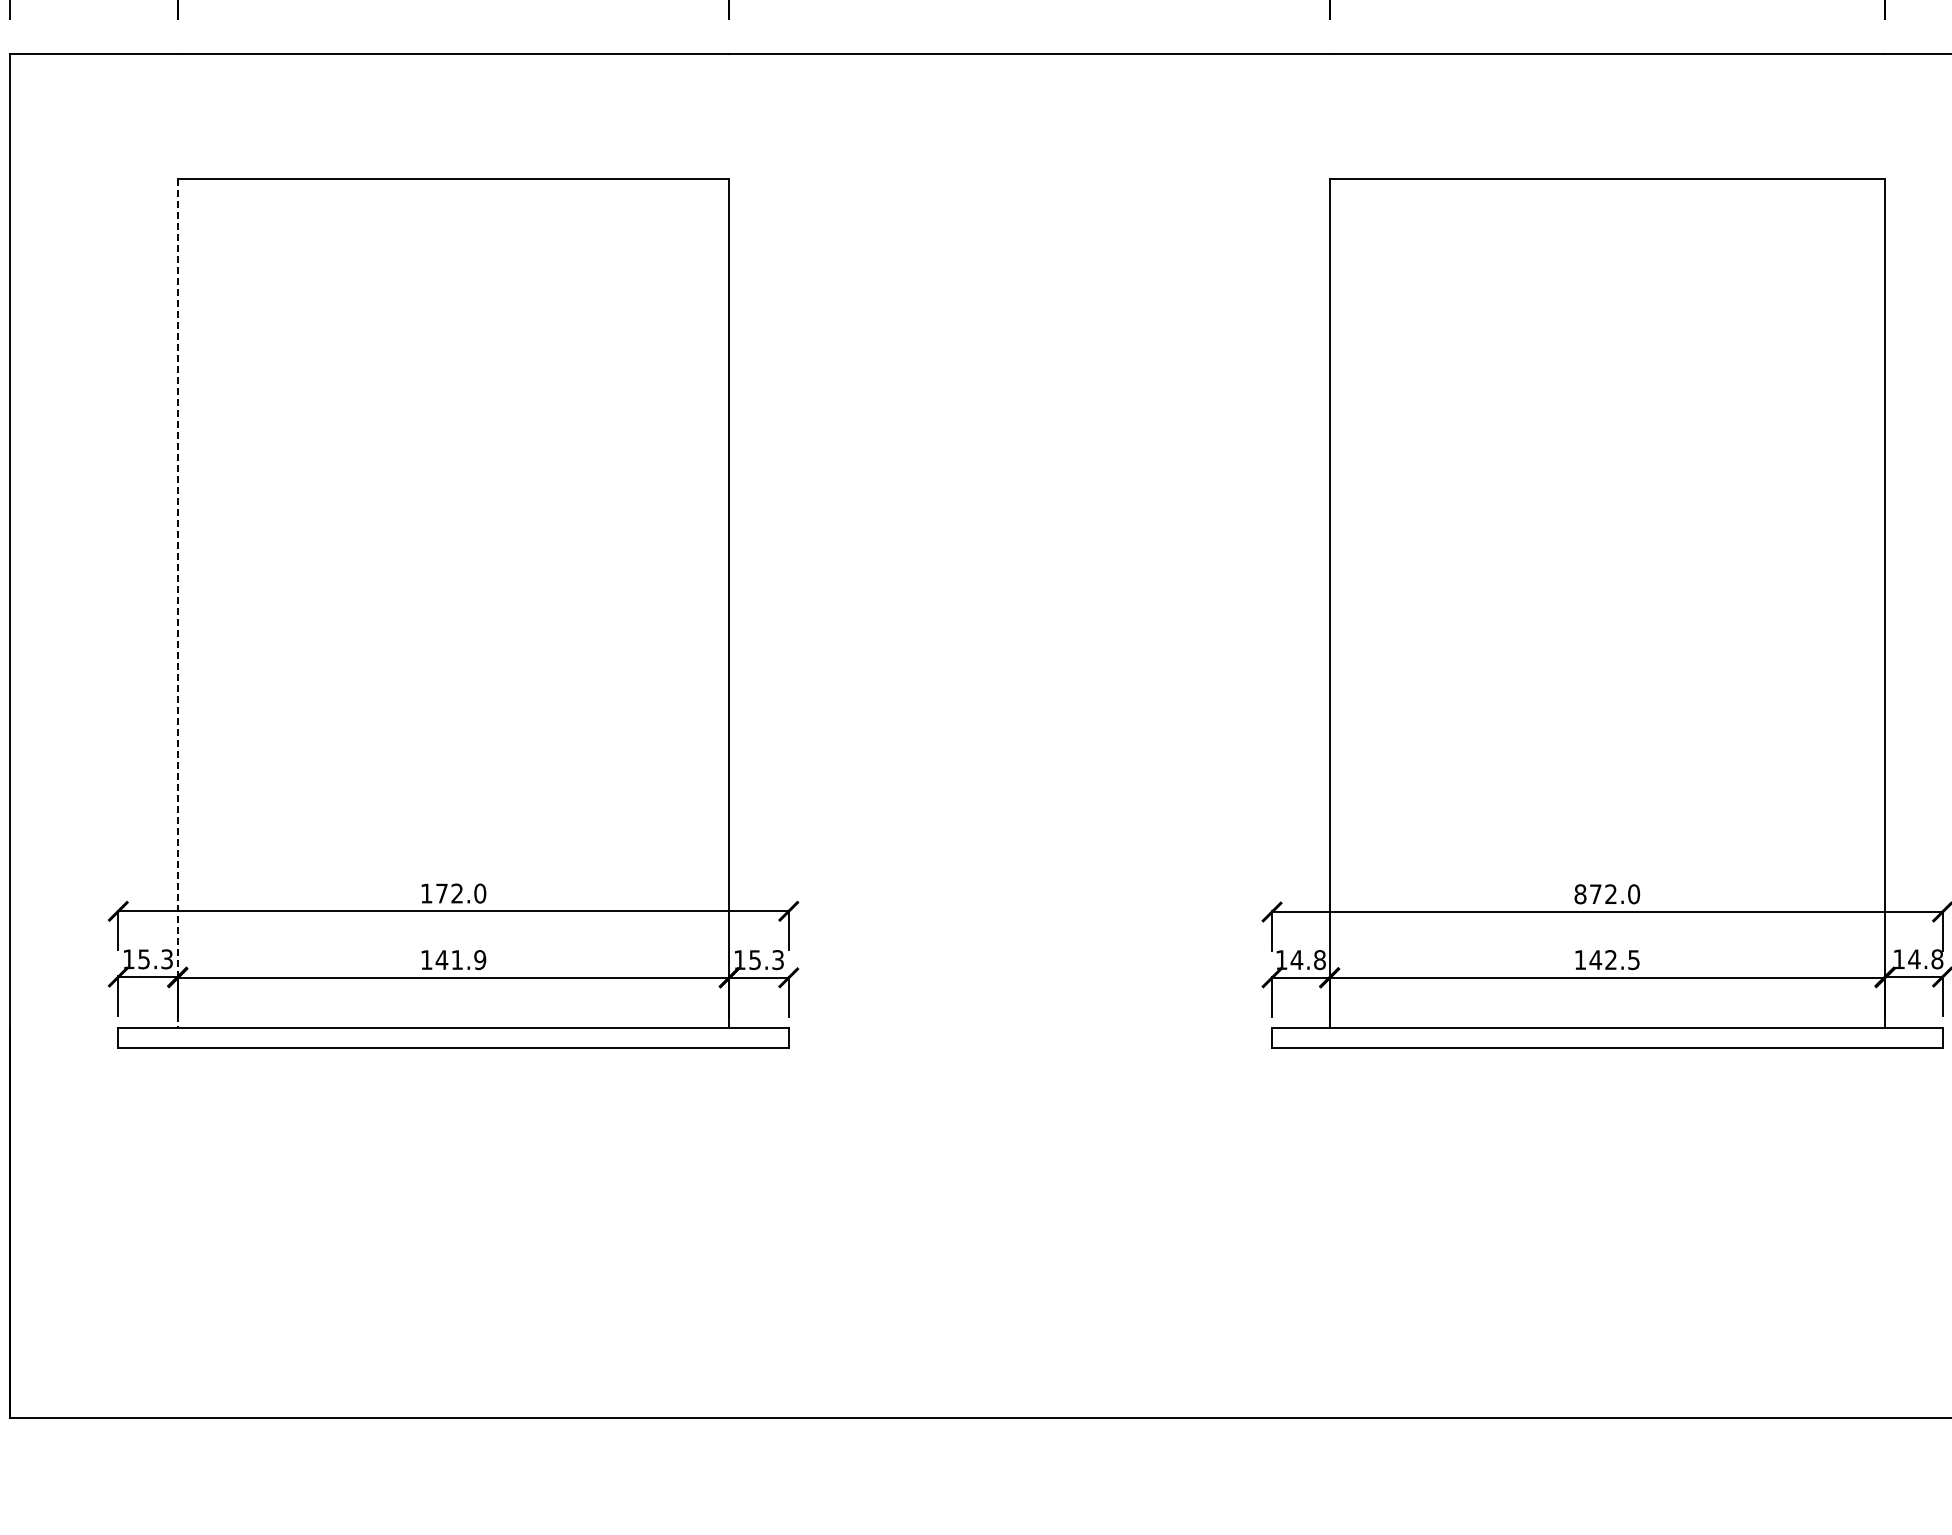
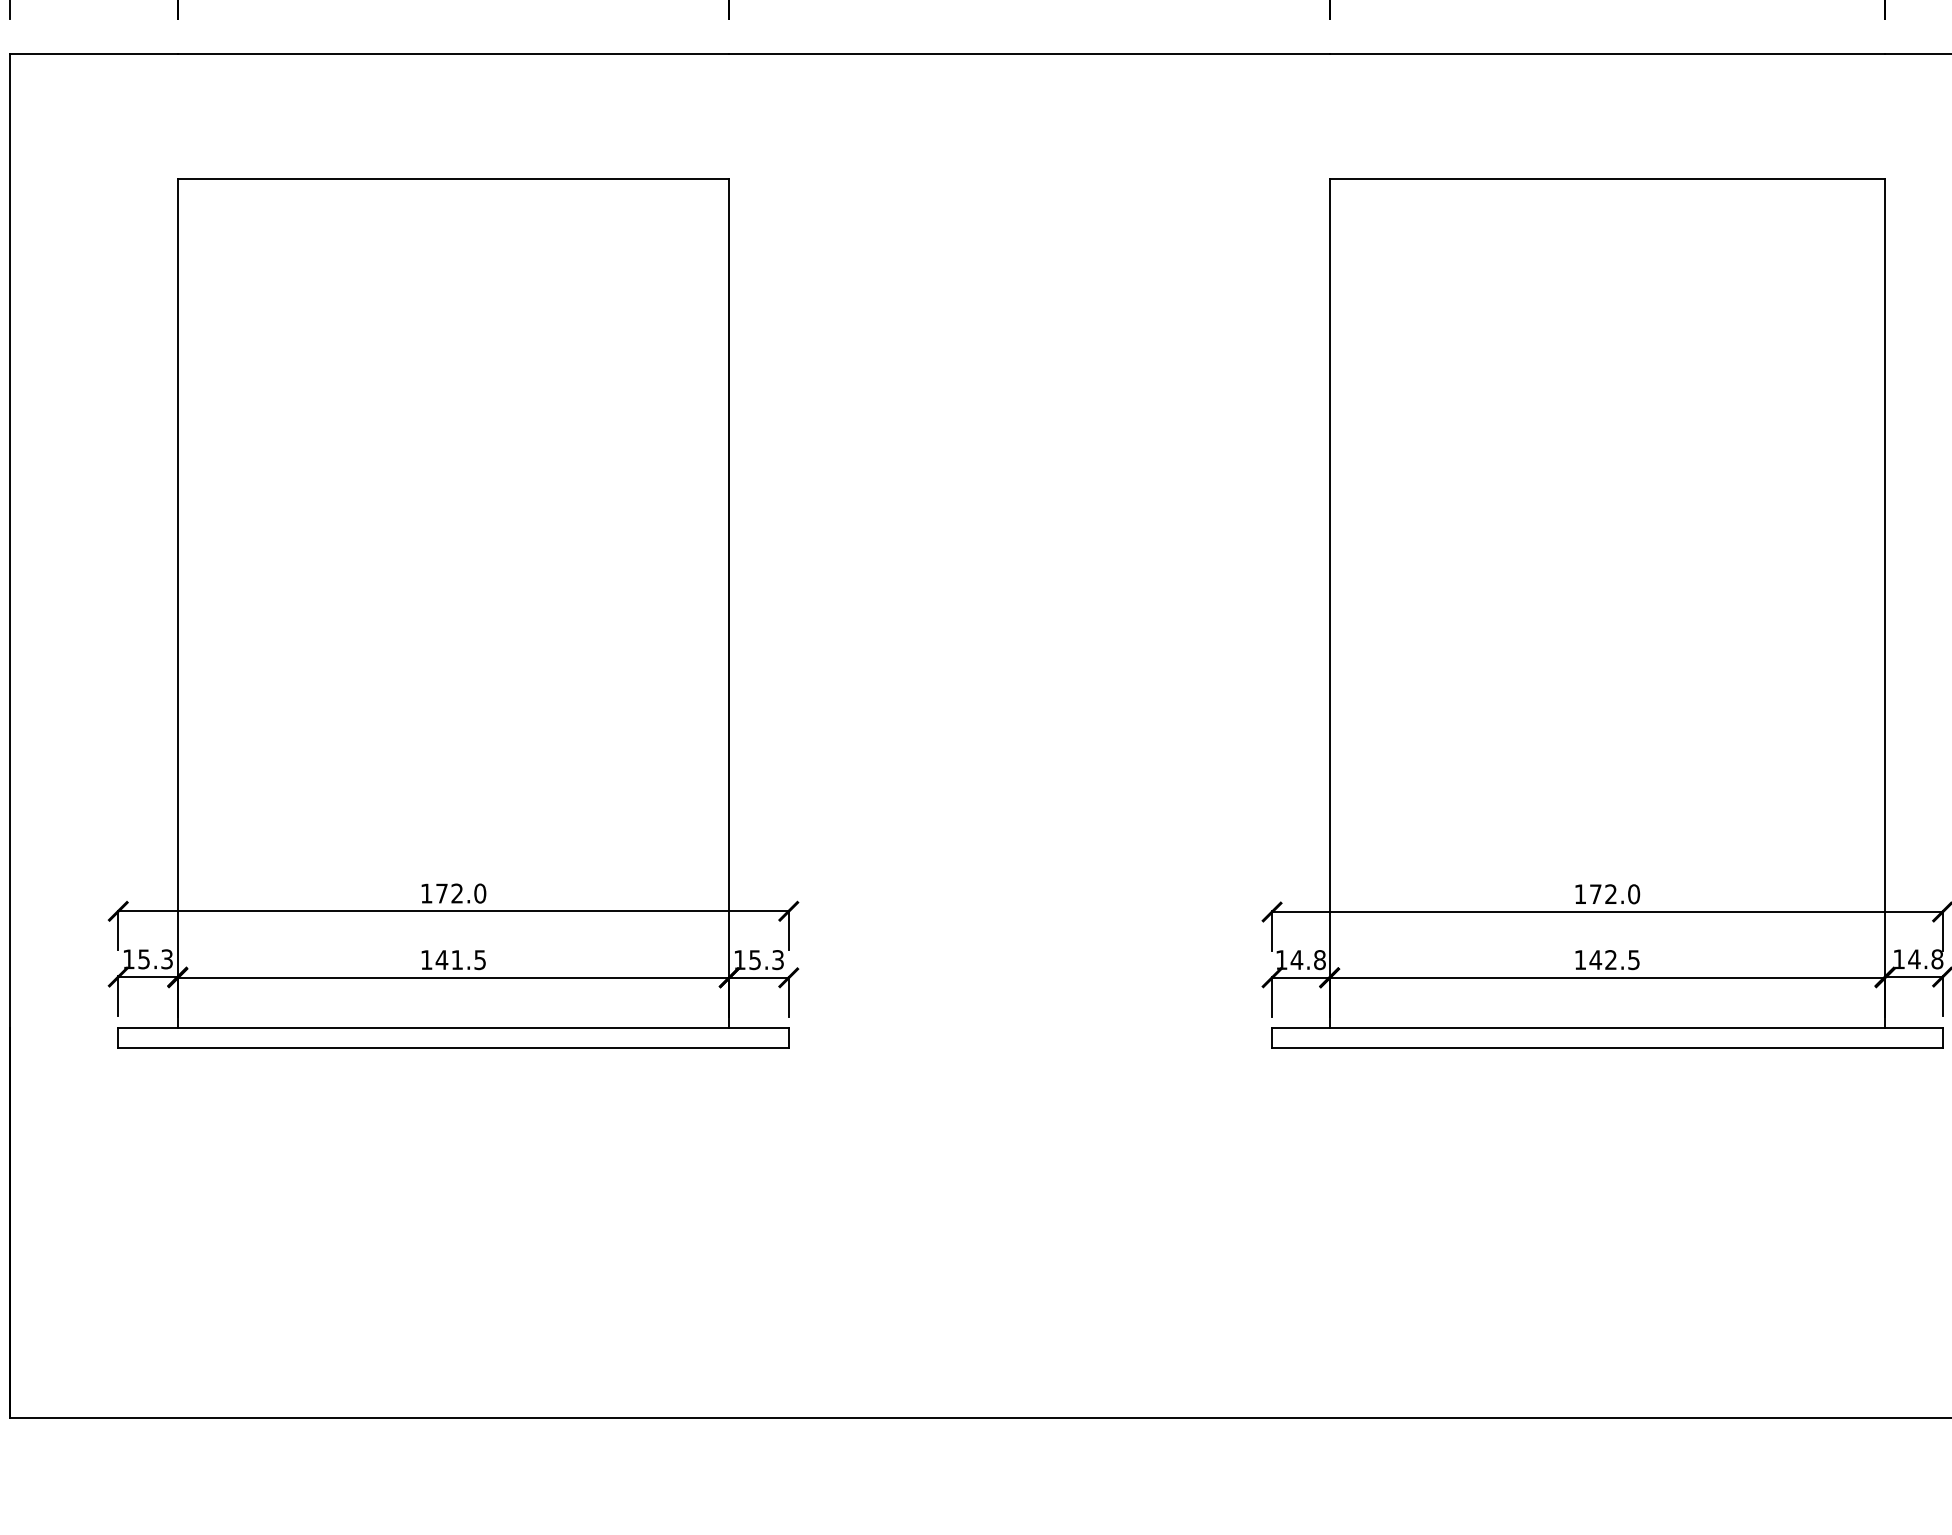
line at (177, 603): dashed -> solid
text at (1580, 894): 872.0 -> 172.0
text at (480, 959): 141.9 -> 141.5
